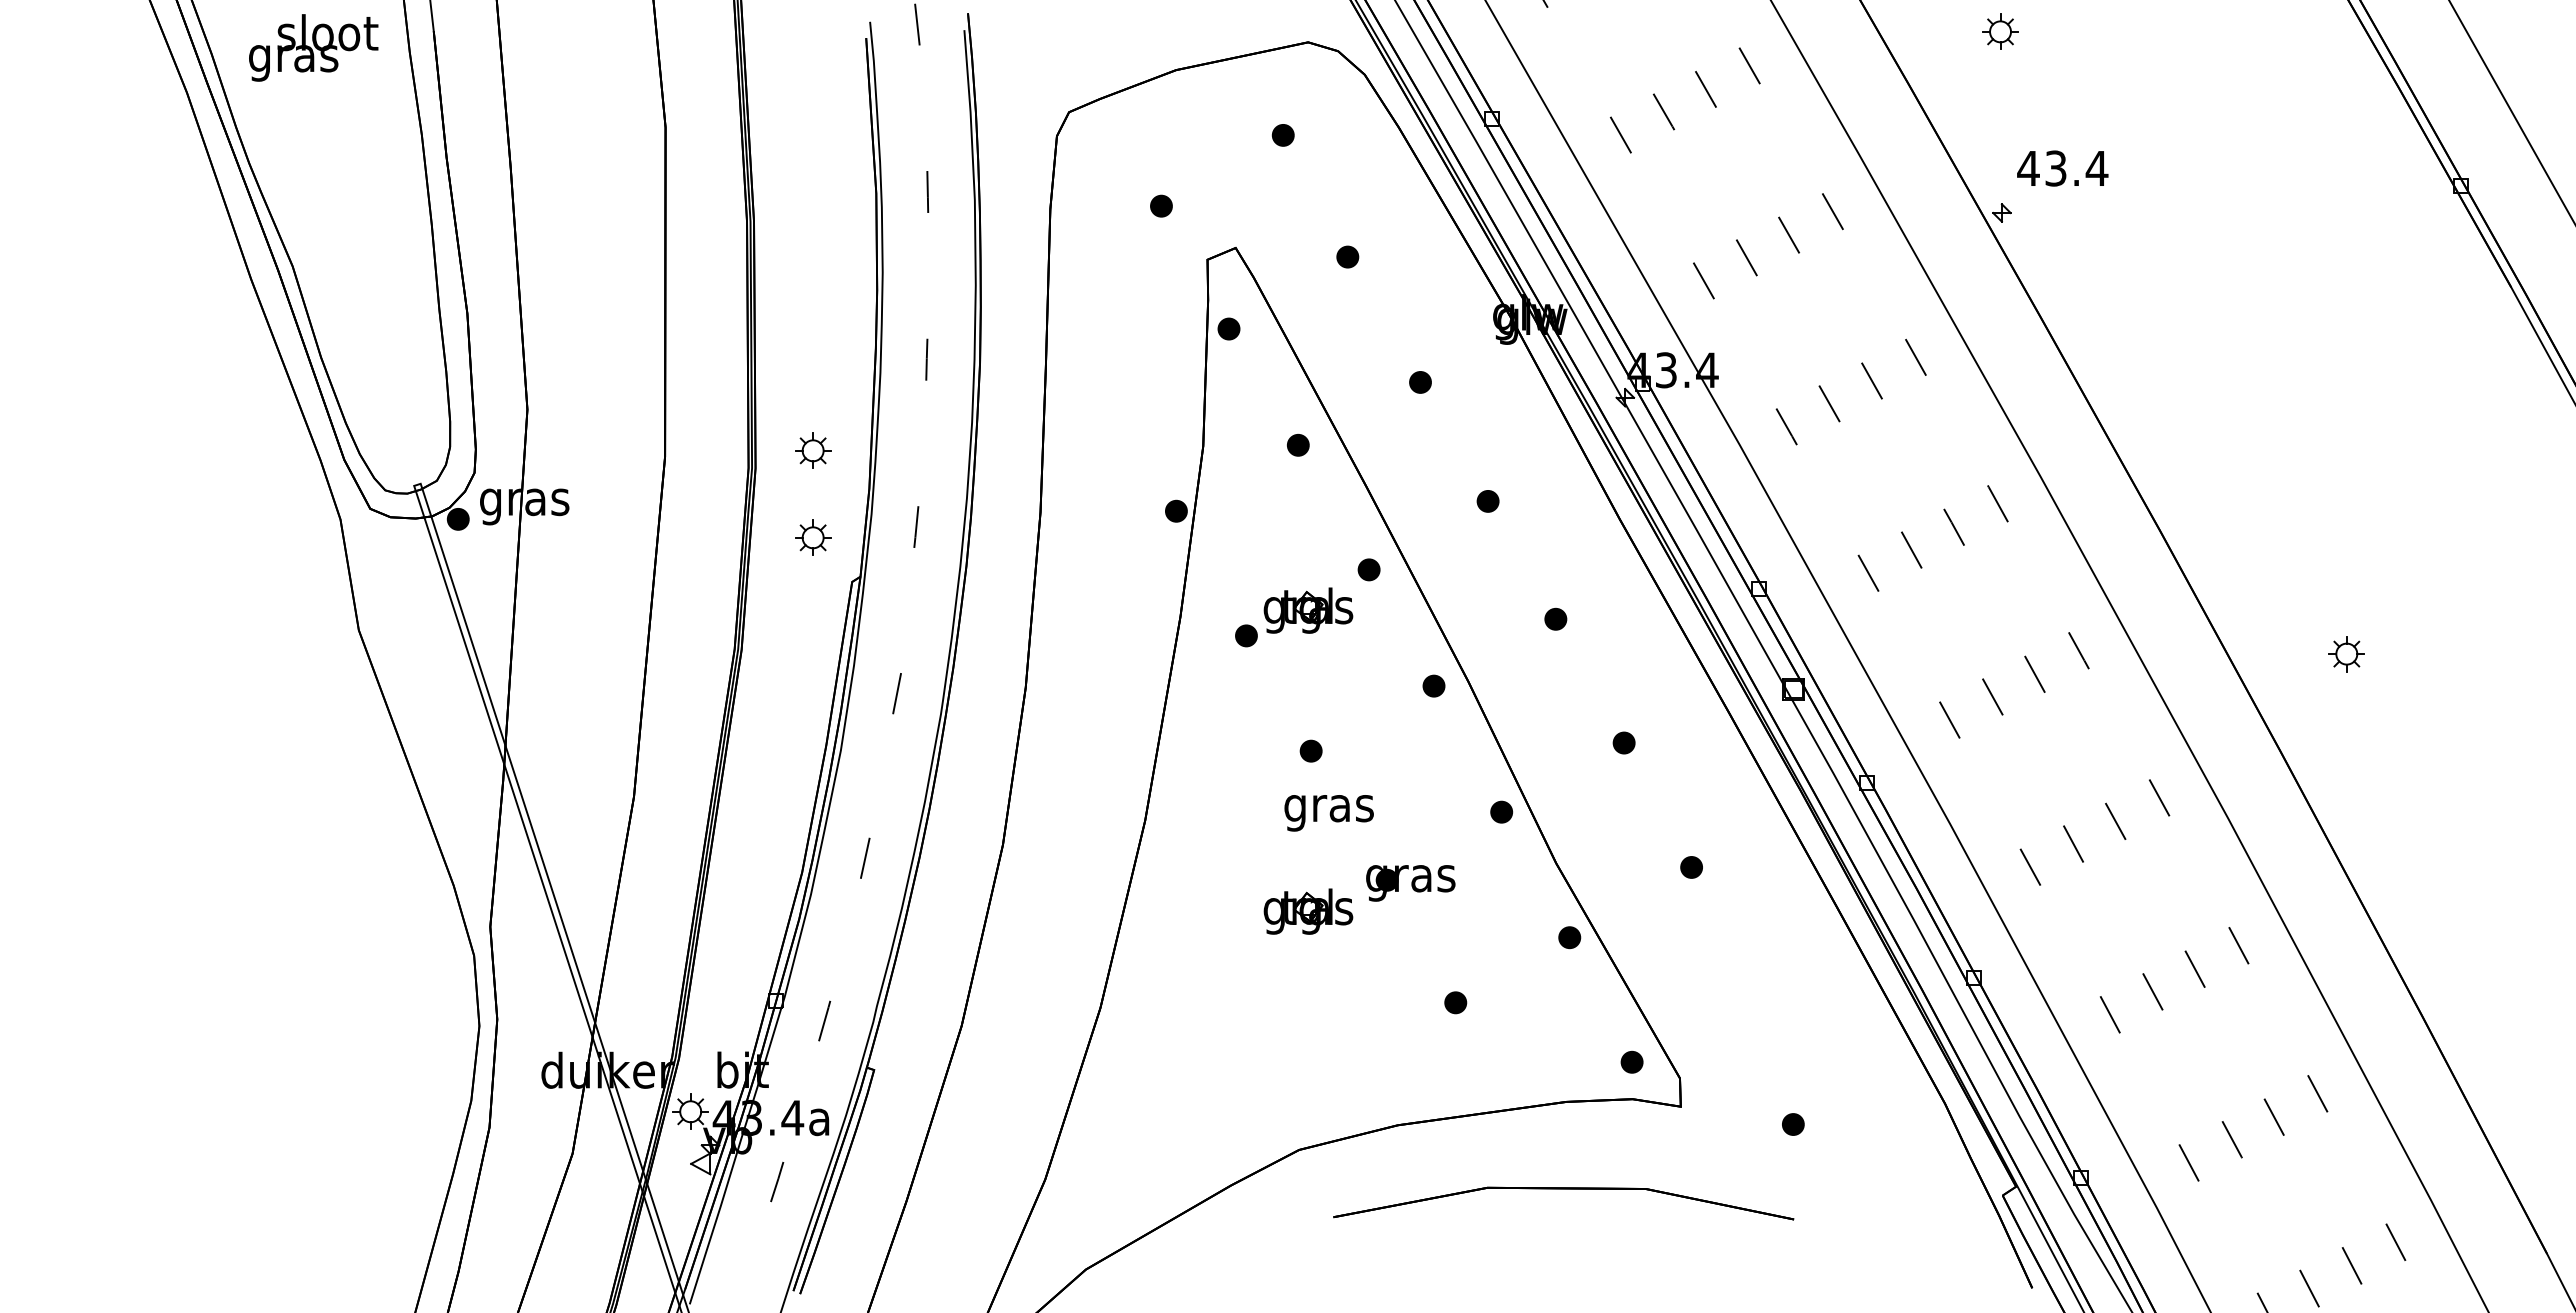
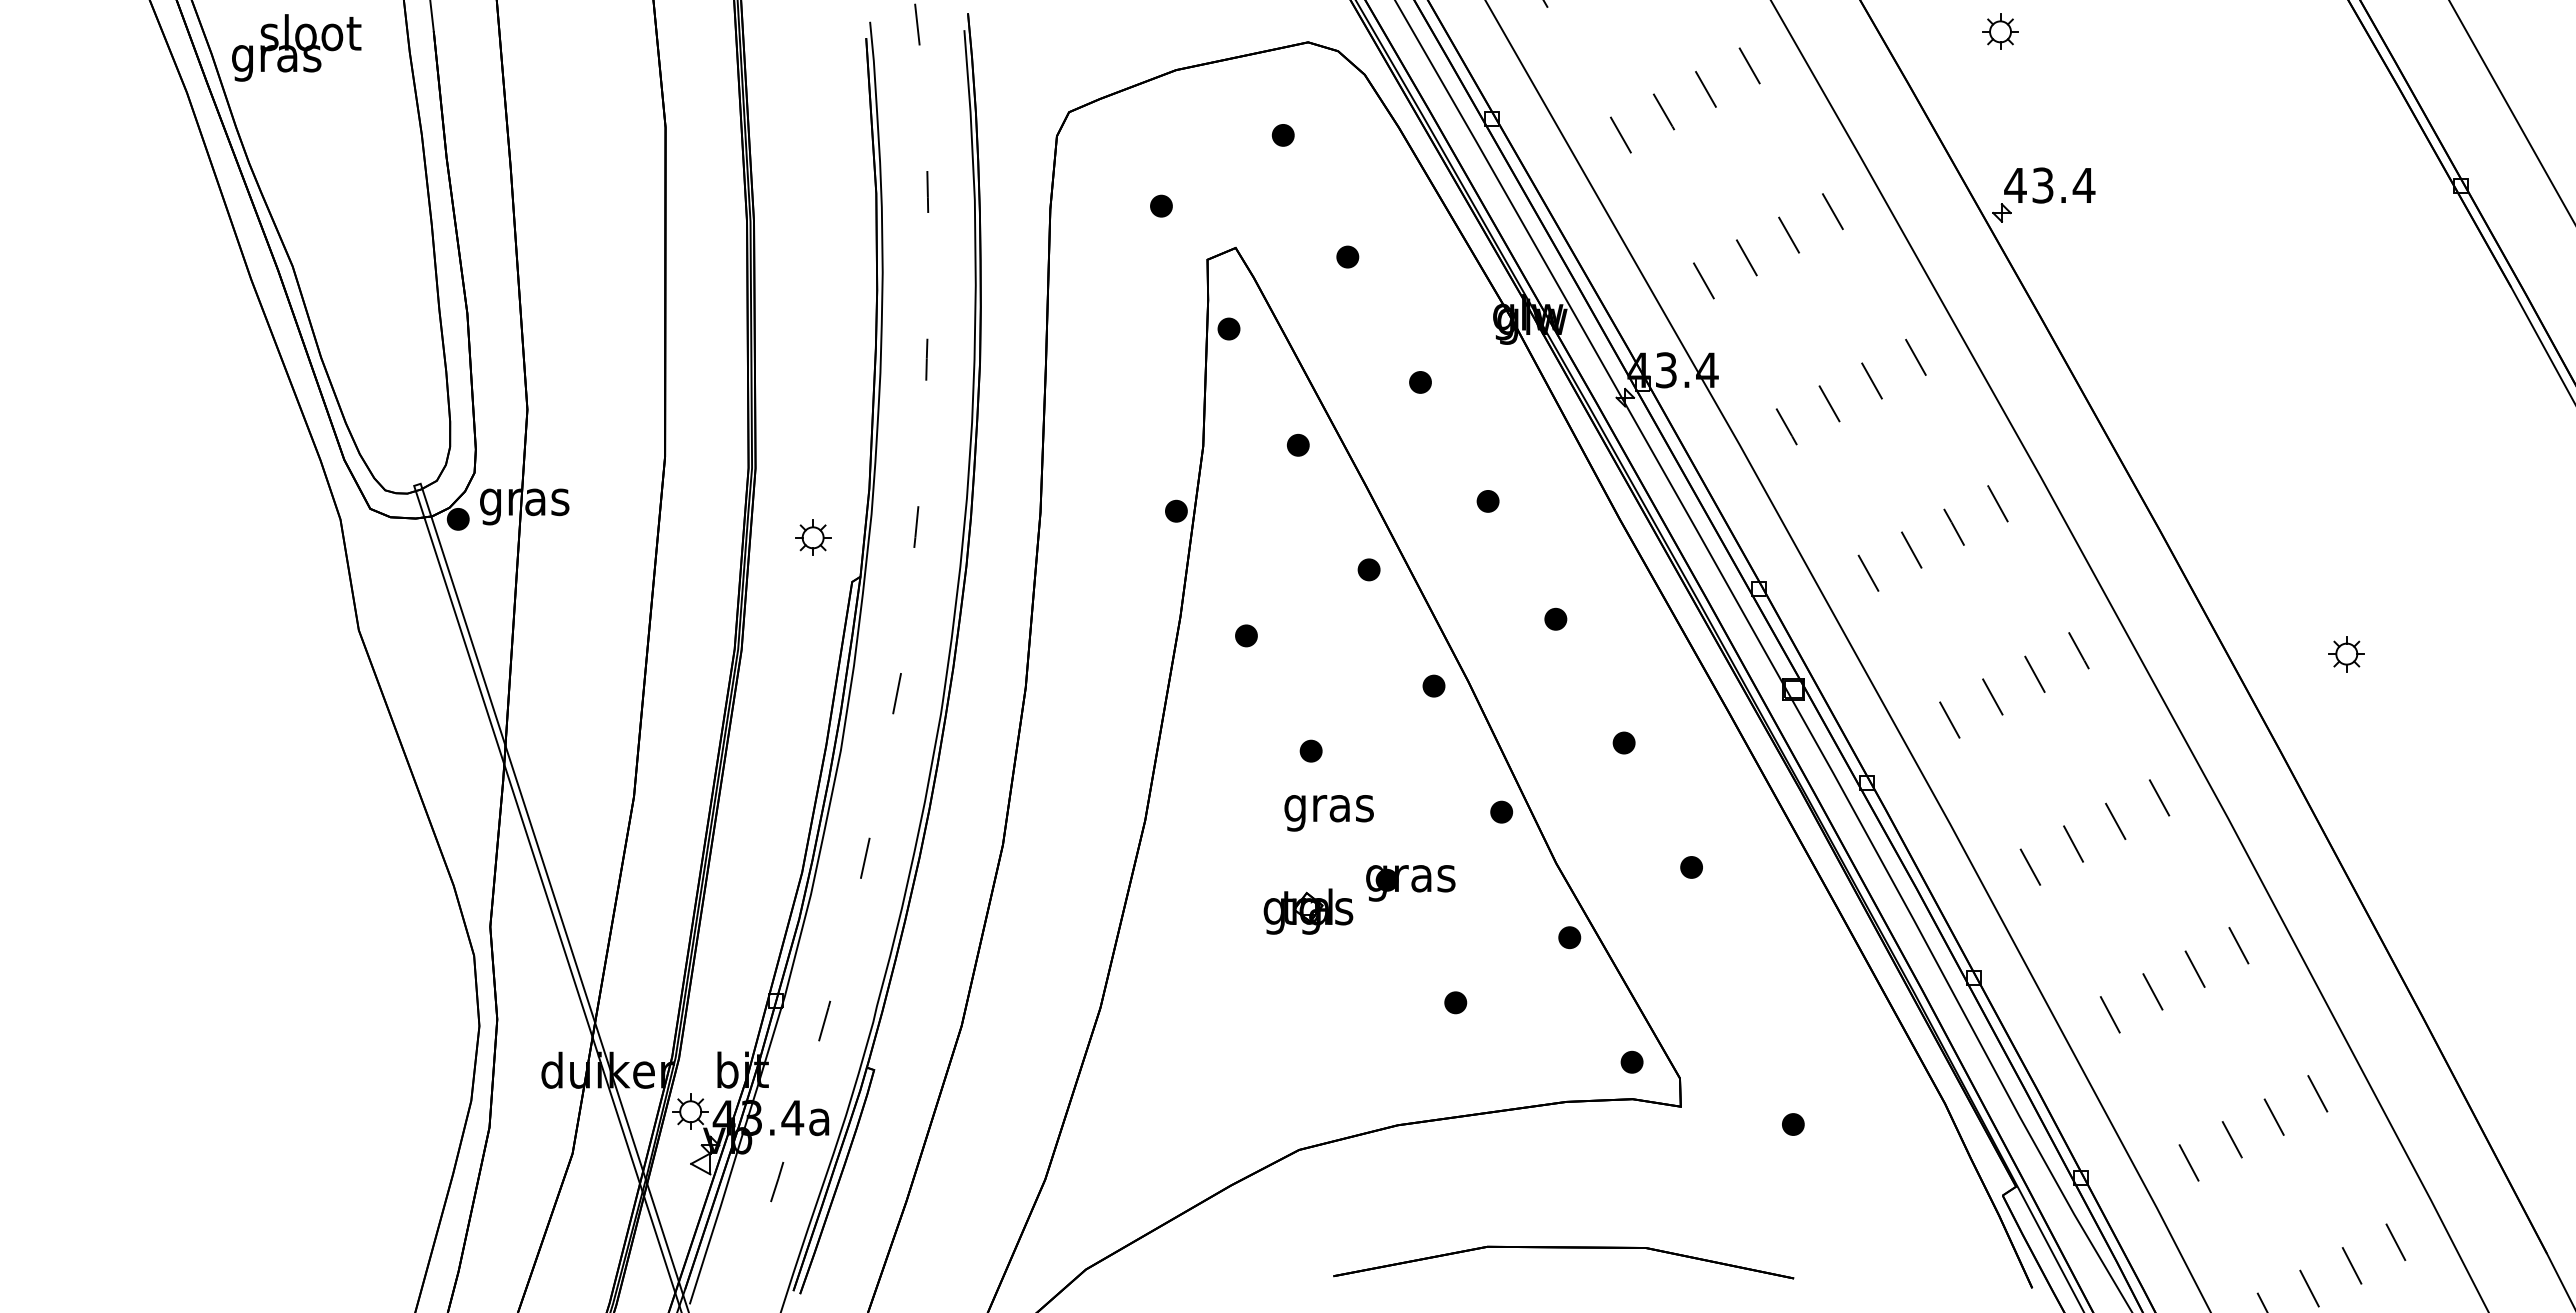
text at (313, 47) position: (313, 47) -> (296, 47)
text at (2062, 168) position: (2062, 168) -> (2049, 185)
part at (813, 450): present -> none
part at (1308, 610): present -> none
part at (1563, 1189) position: (1563, 1189) -> (1563, 1248)
